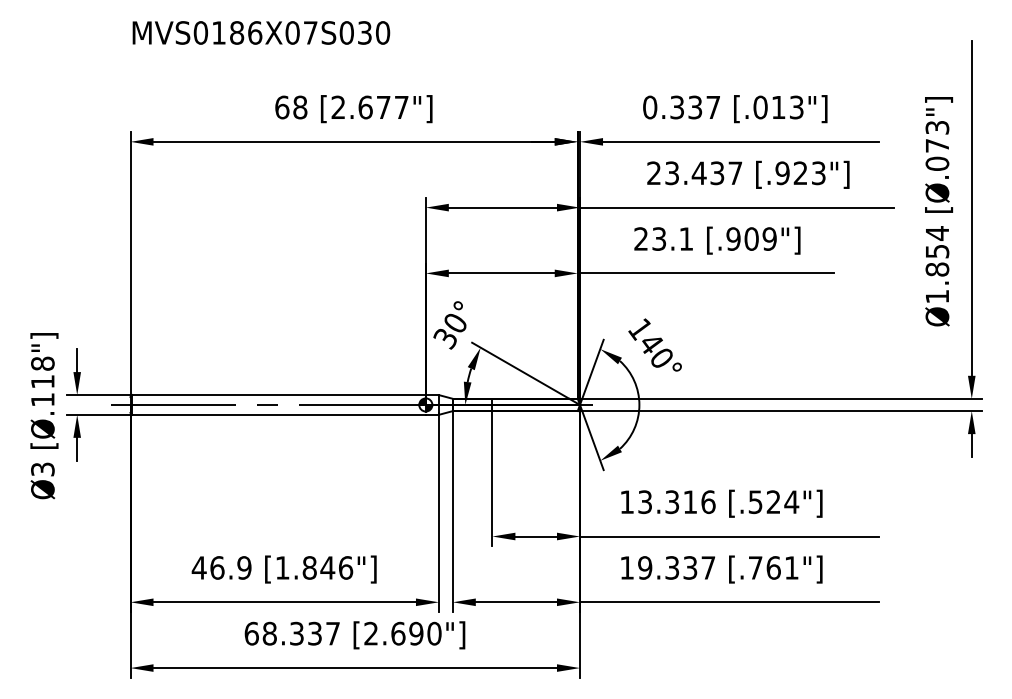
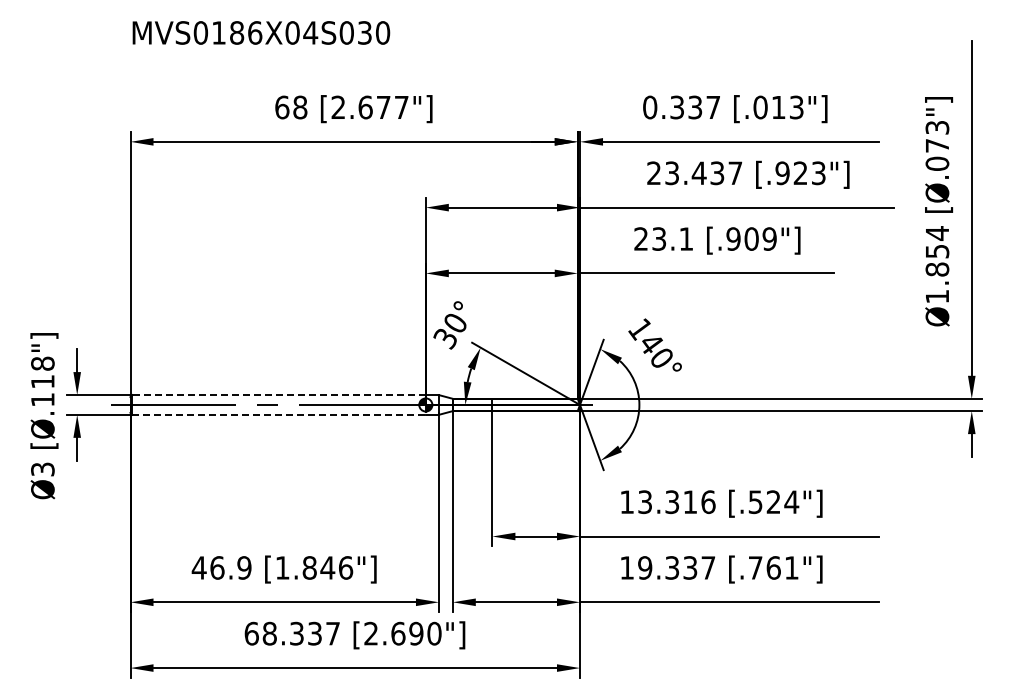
text at (310, 32): MVS0186X07S030 -> MVS0186X04S030
line at (279, 395): solid -> dashed
line at (279, 414): solid -> dashed
